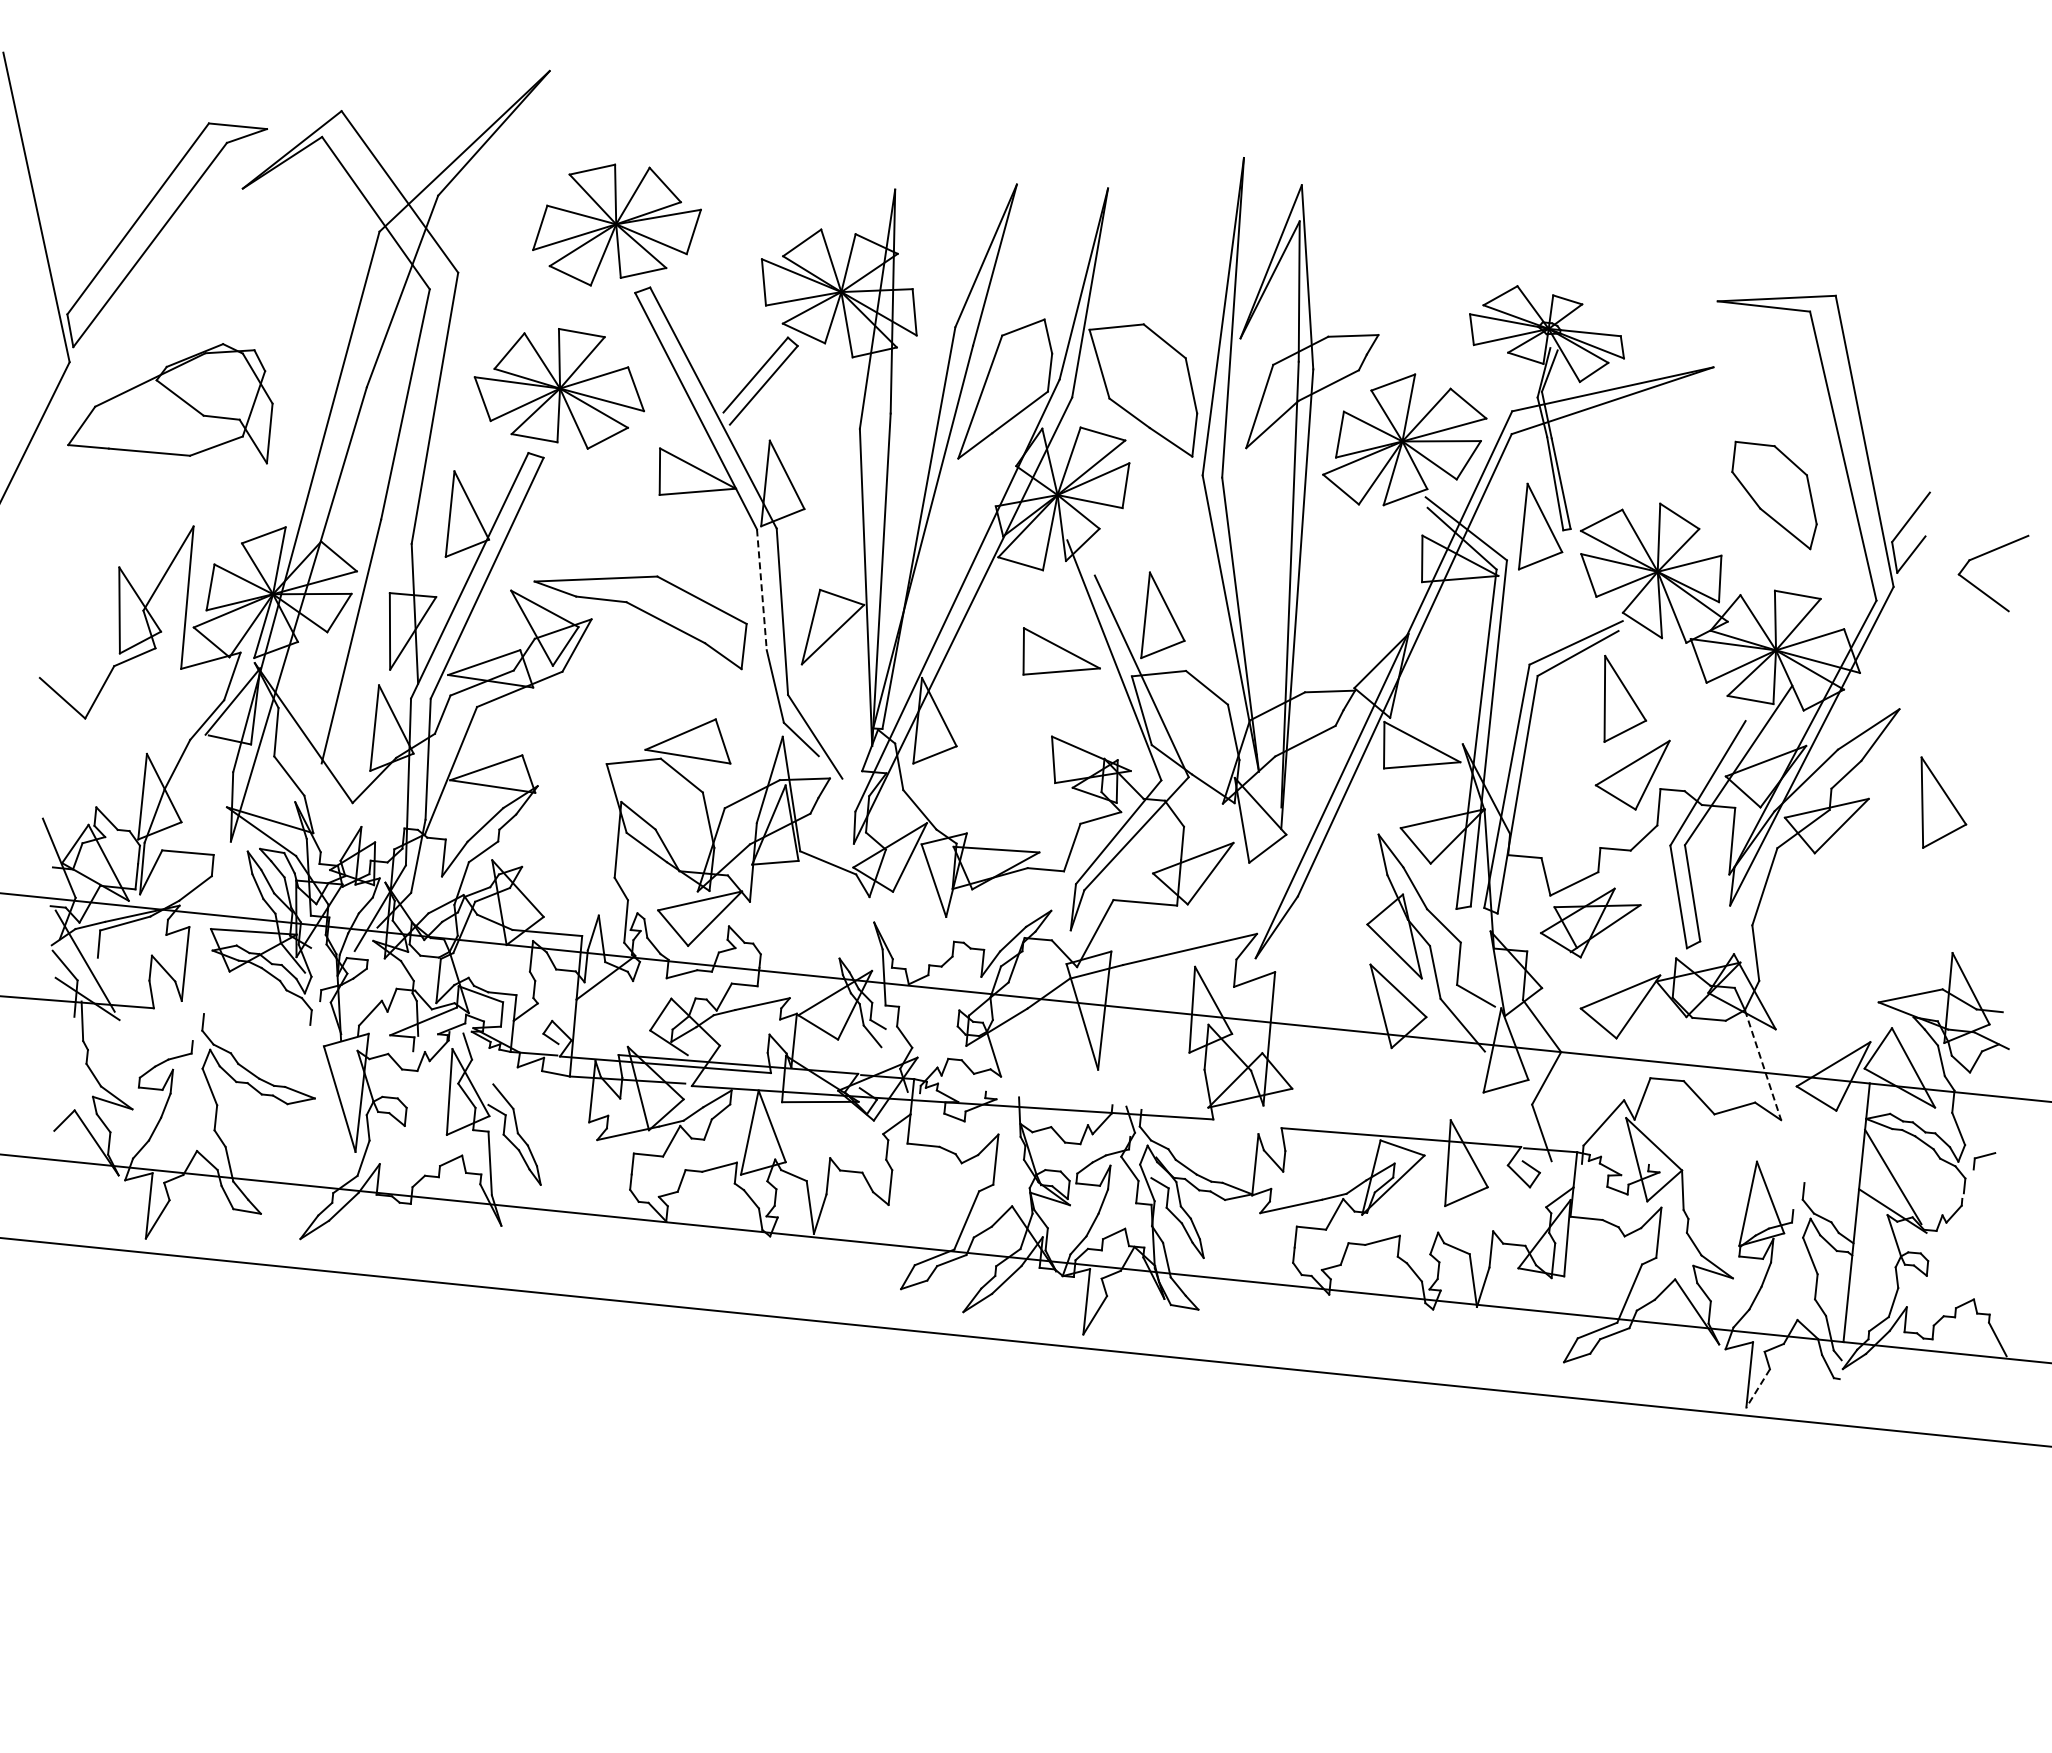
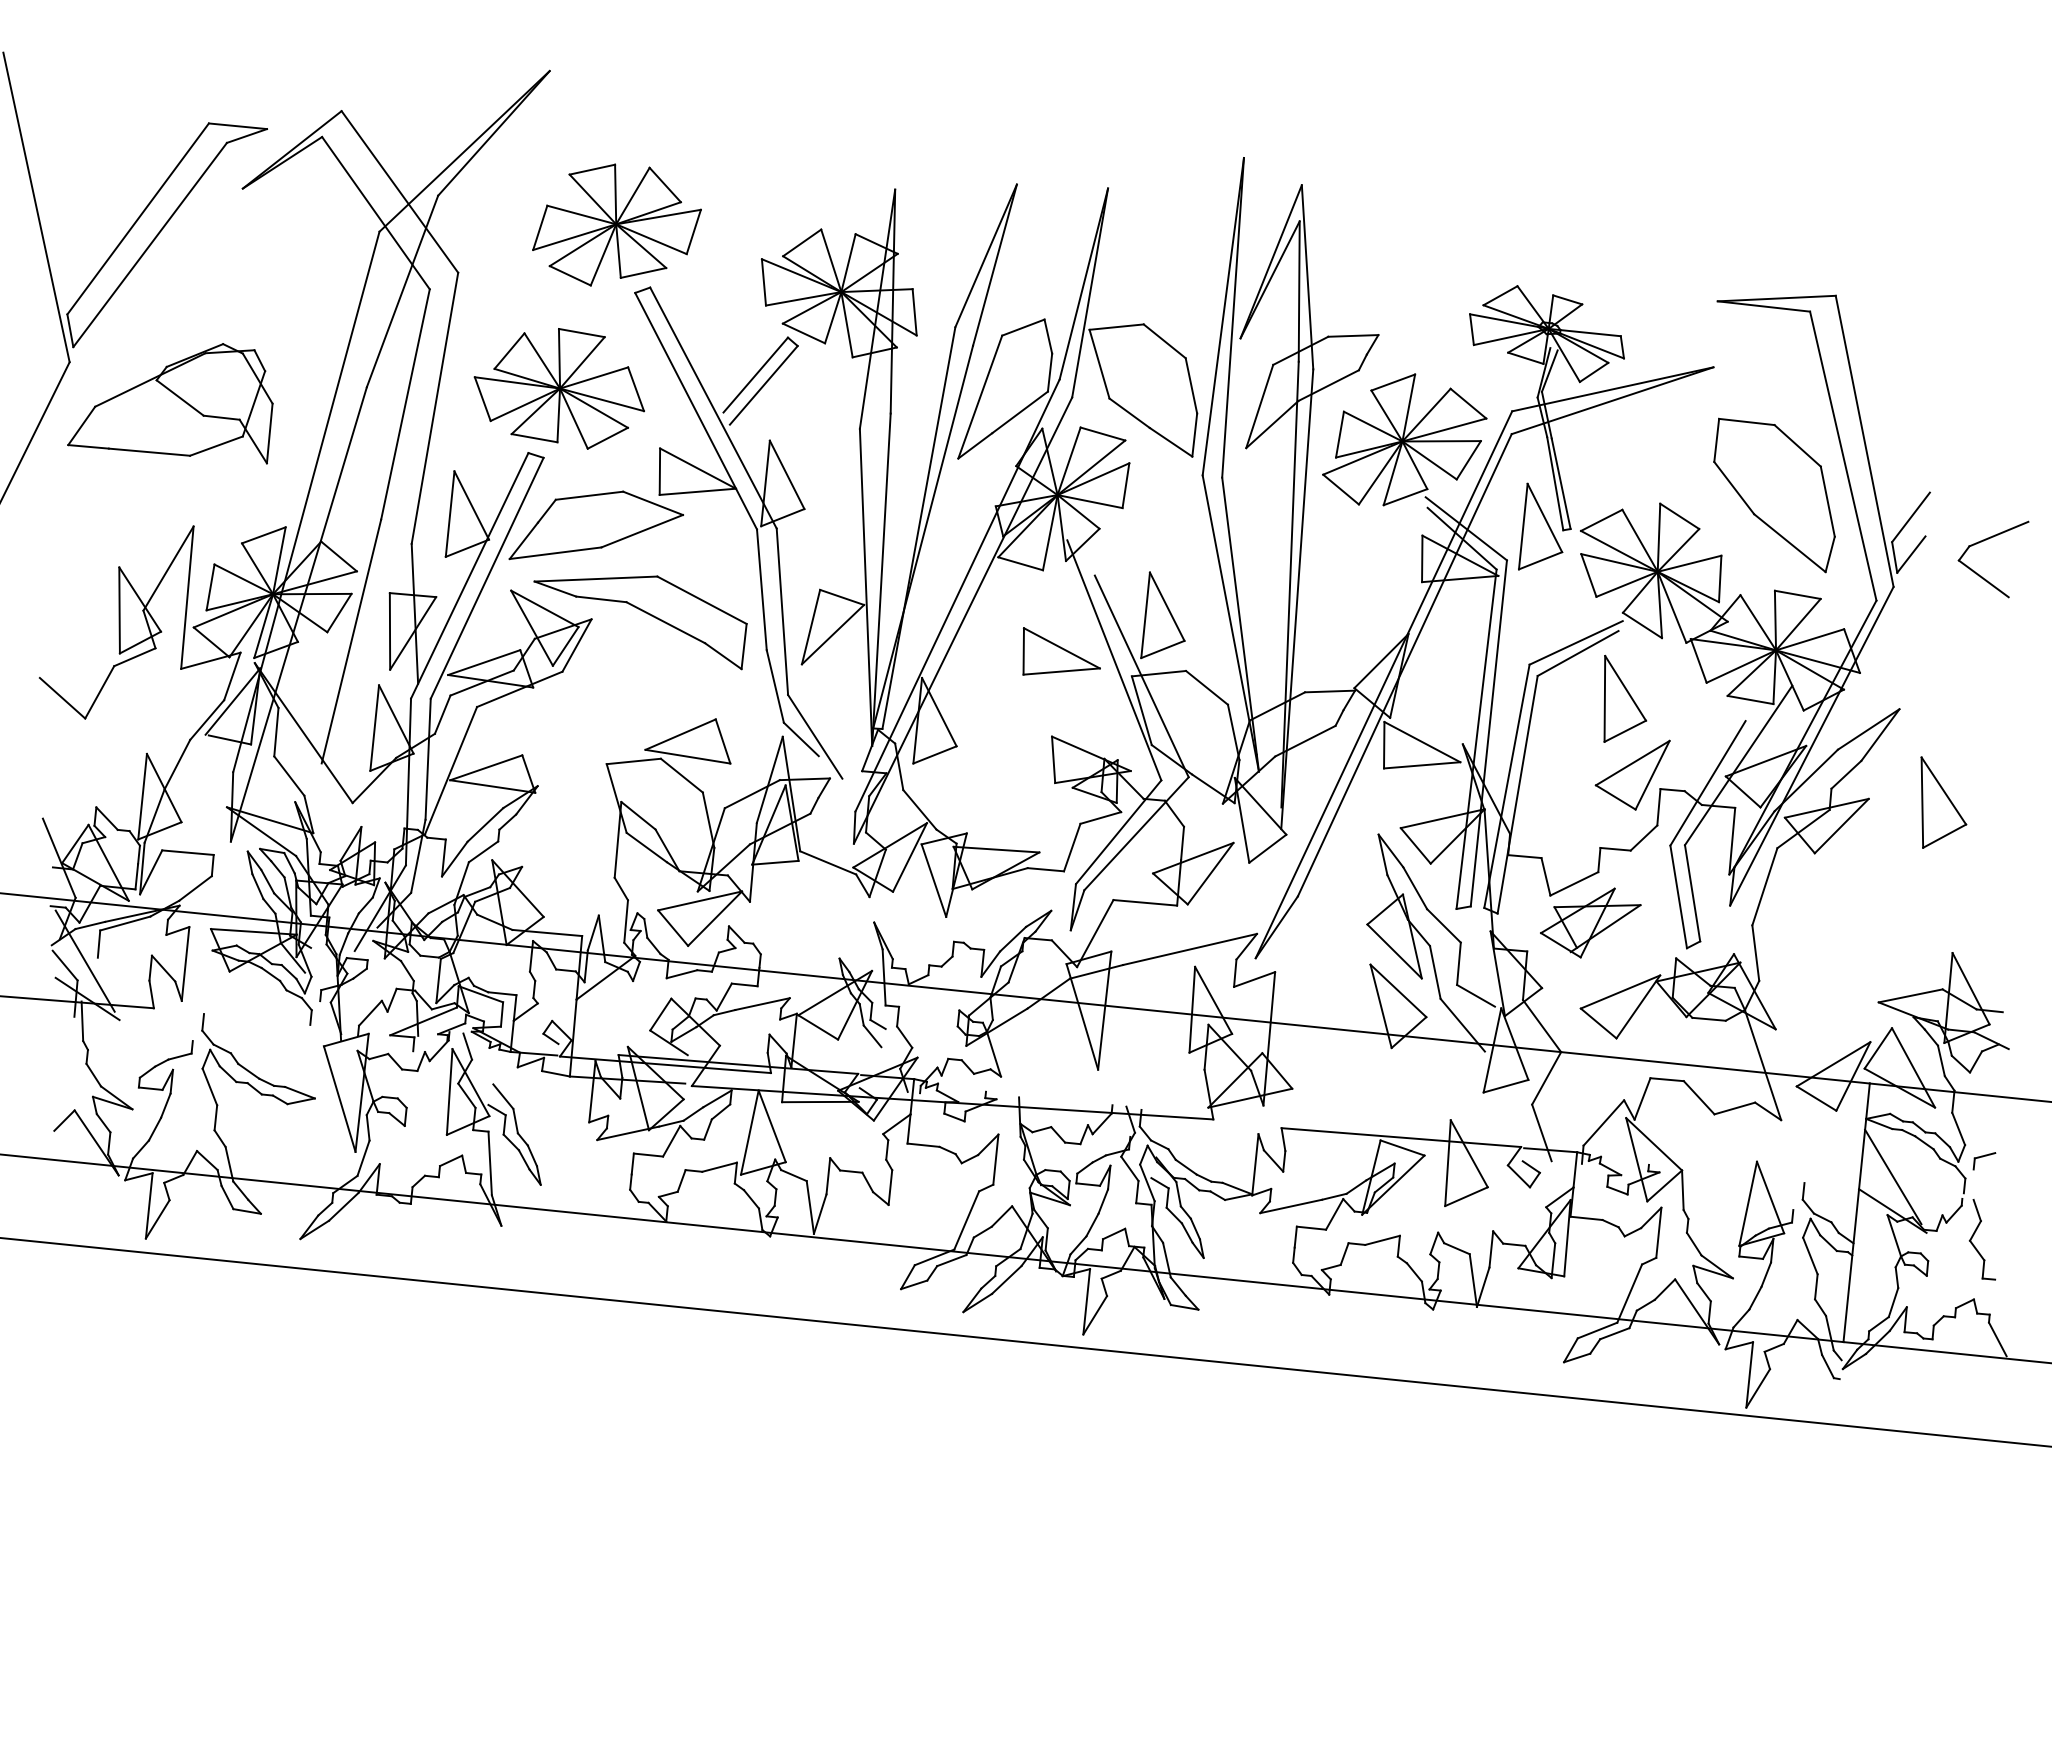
part at (1774, 495) size: 87x111 px -> 123x157 px
part at (595, 525): none -> present
part at (1984, 555) position: (1984, 555) -> (1984, 541)
line at (761, 589): dashed -> solid
line at (1763, 1065): dashed -> solid
part at (1975, 1233): none -> present
line at (1758, 1388): dashed -> solid
